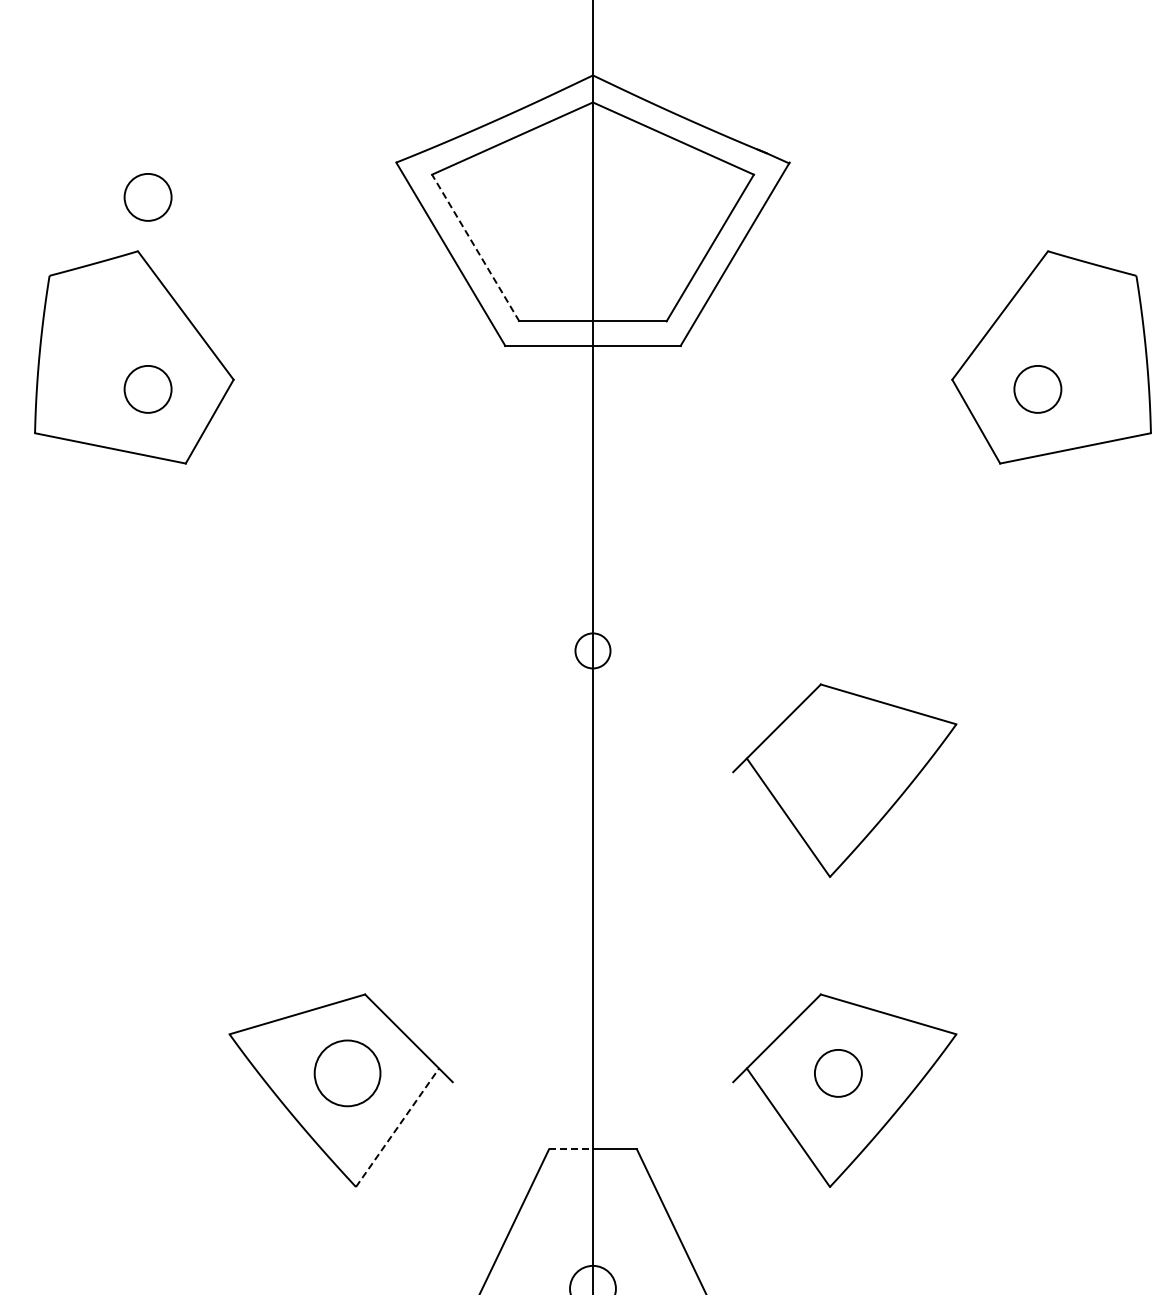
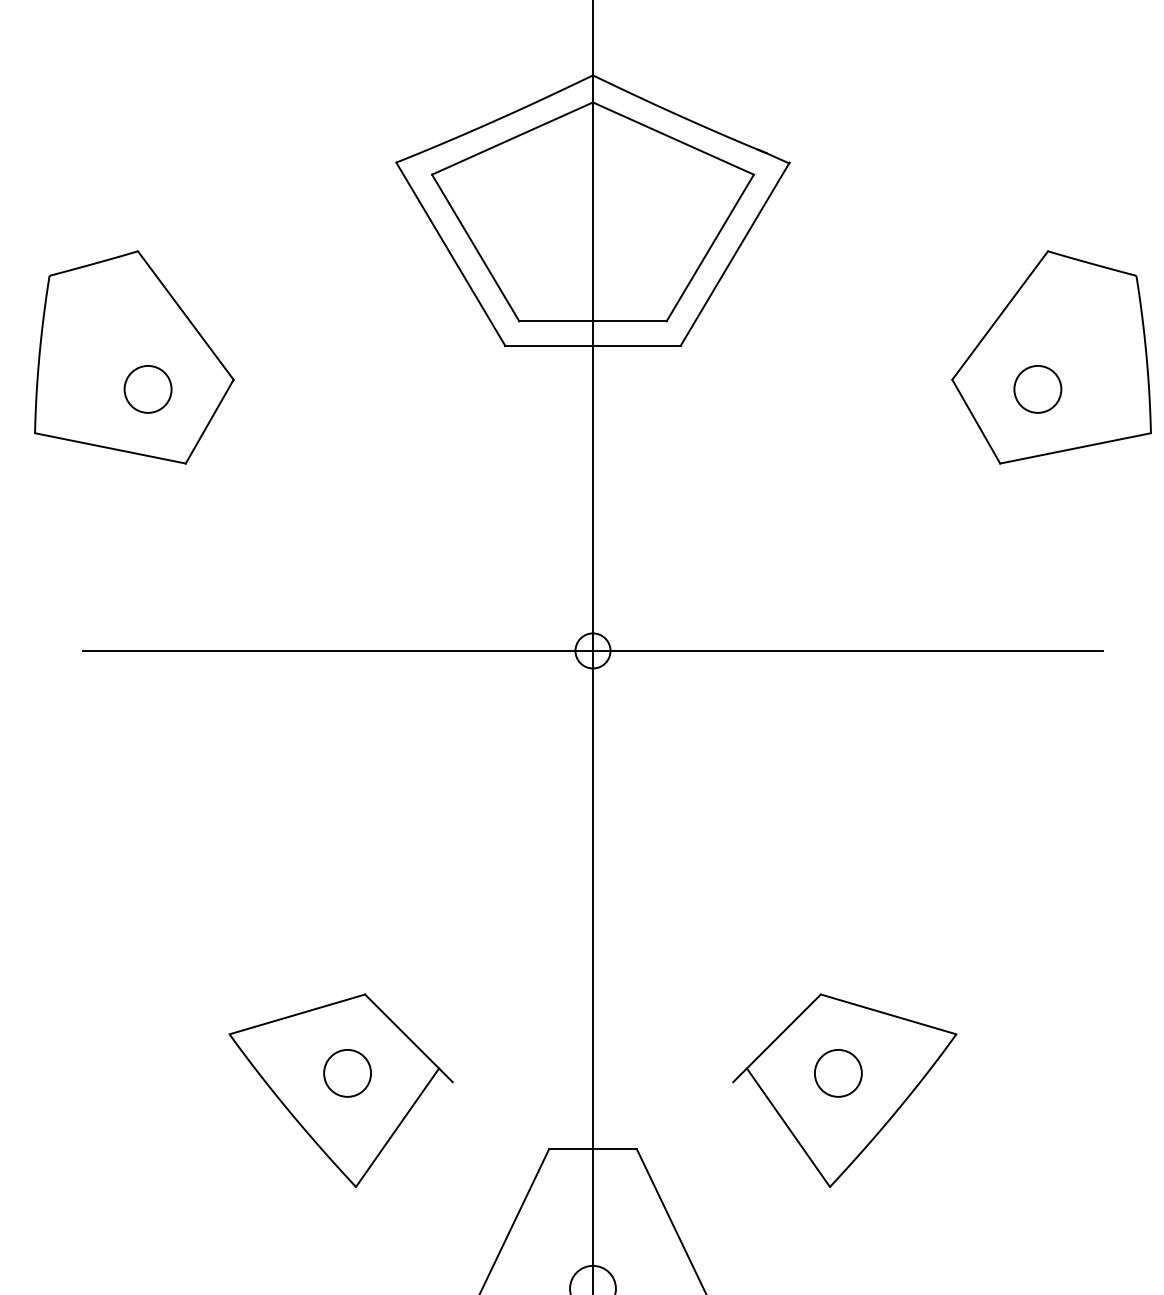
circle at (147, 197): present -> none
line at (475, 247): dashed -> solid
line at (592, 650): none -> present
part at (844, 780): present -> none
circle at (347, 1073) diameter: 66 px -> 47 px
line at (397, 1127): dashed -> solid
line at (571, 1149): dashed -> solid
